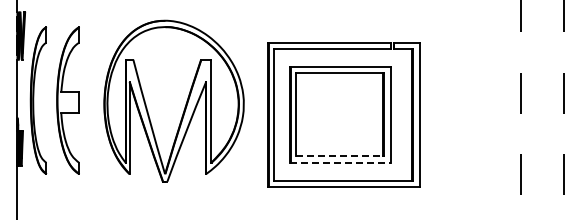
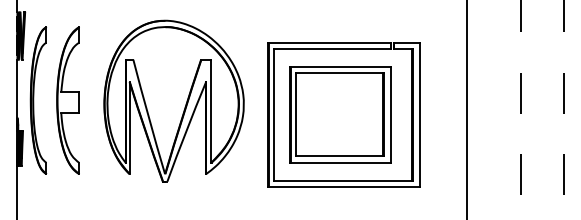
line at (467, 109): none -> present
line at (339, 156): dashed -> solid
line at (341, 162): dashed -> solid
